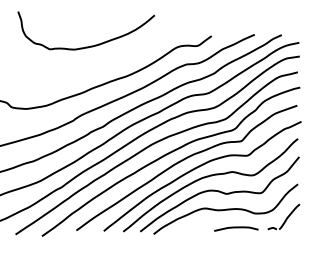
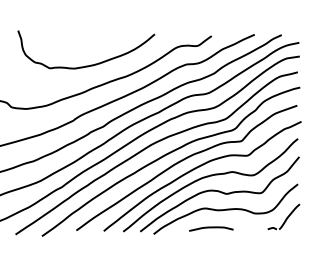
curve at (90, 45) position: (90, 45) -> (90, 64)
curve at (236, 228) position: (236, 228) -> (211, 228)
